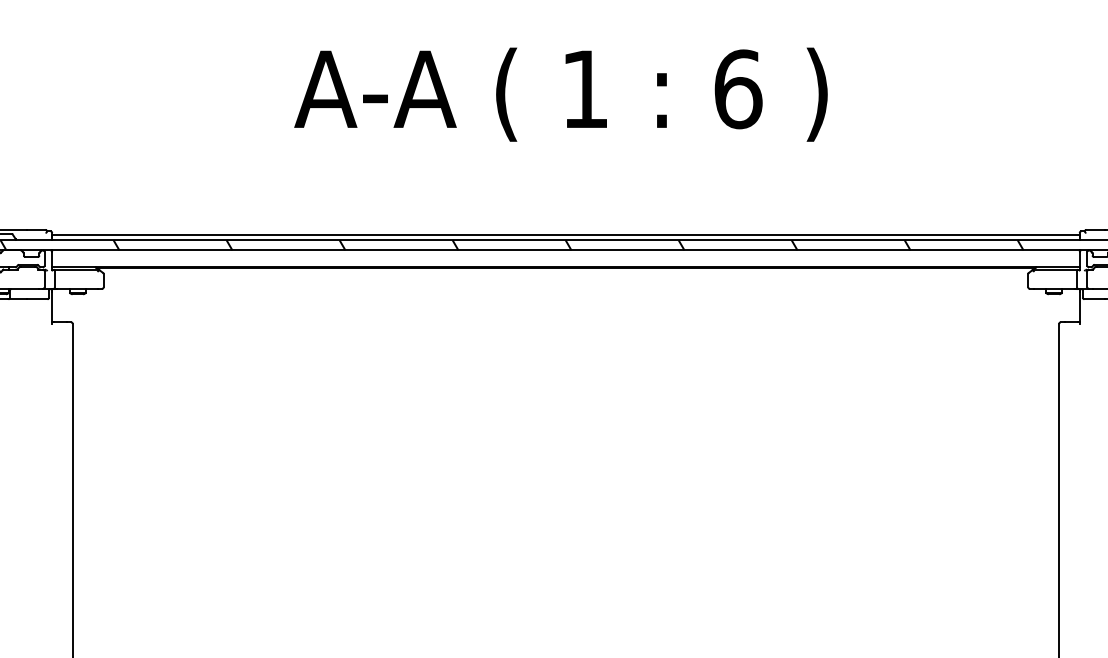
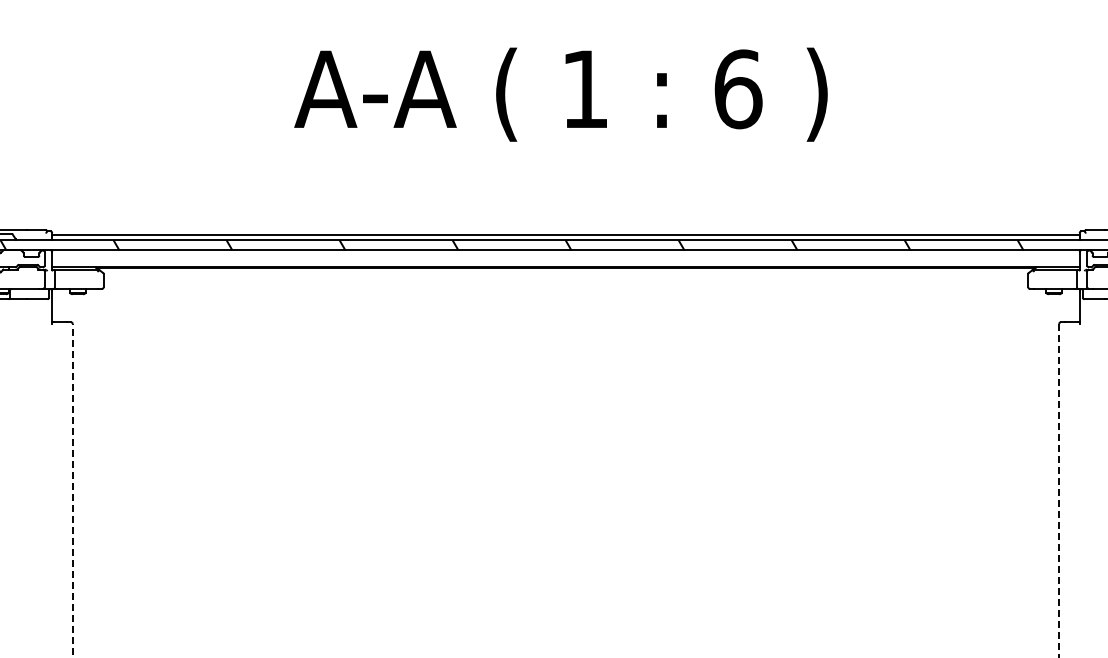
line at (72, 490): solid -> dashed
line at (1059, 490): solid -> dashed
